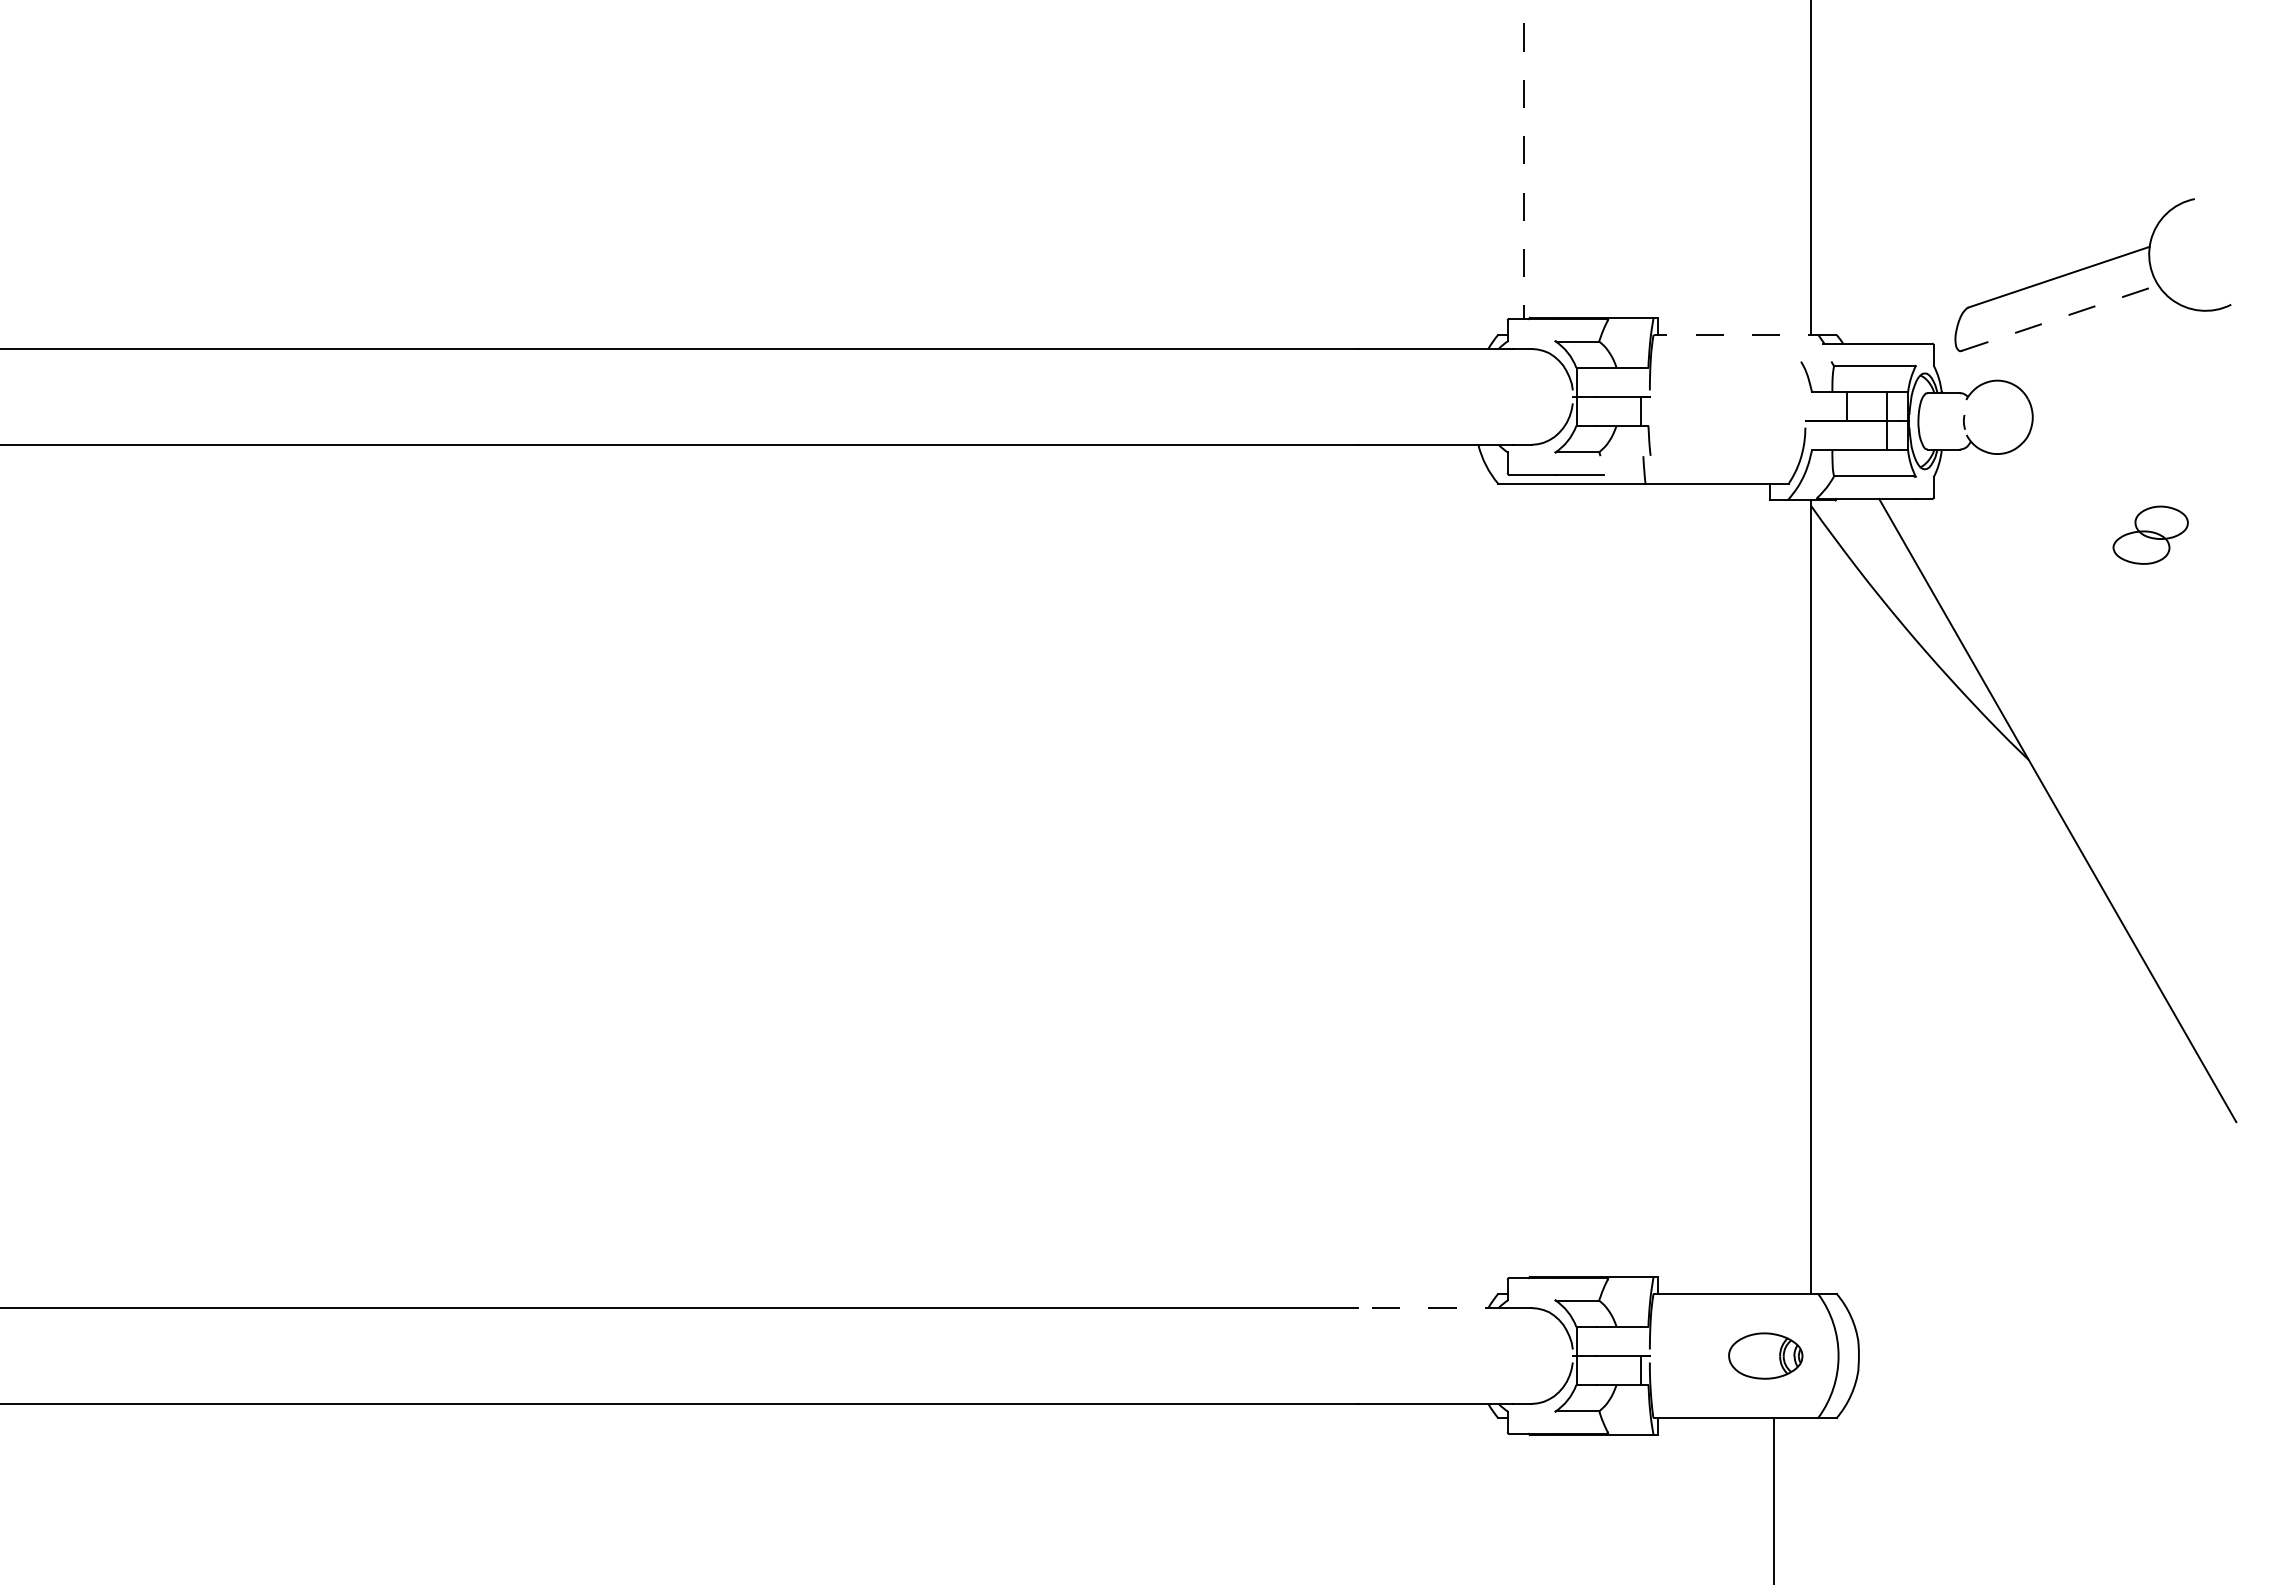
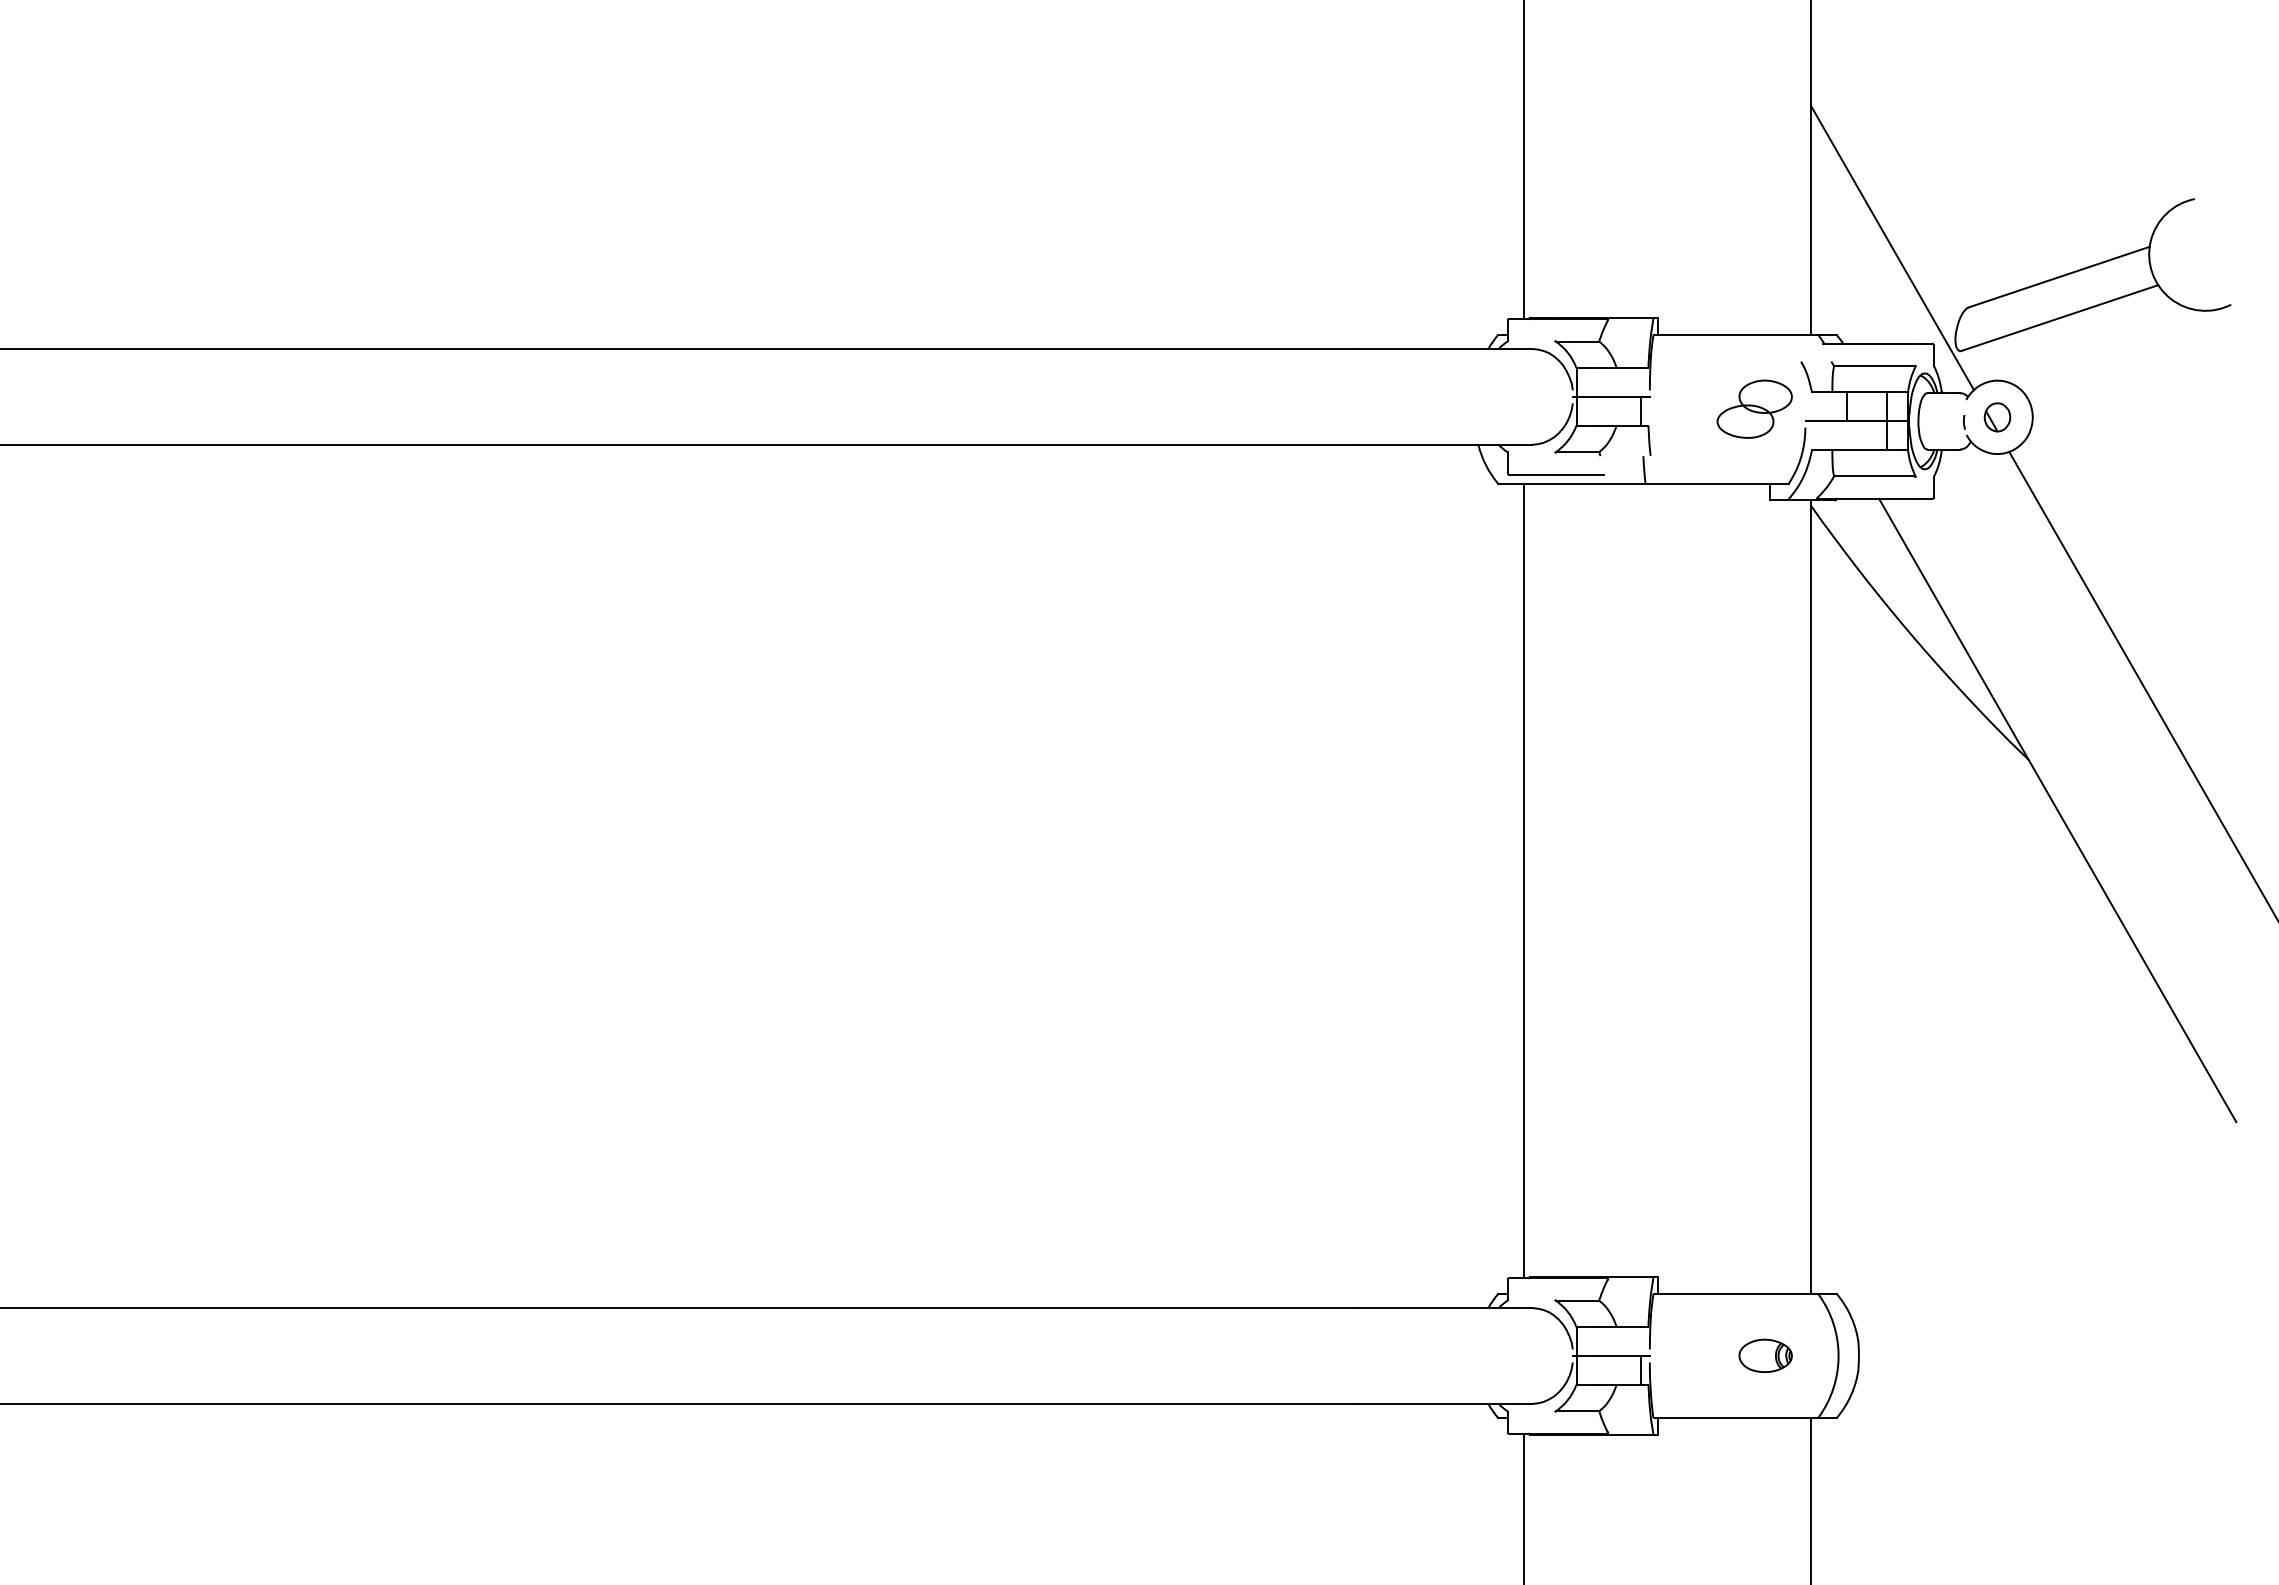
line at (1524, 160): dashed -> solid
line at (1891, 247): none -> present
line at (2059, 318): dashed -> solid
line at (1745, 334): dashed -> solid
part at (1997, 417): none -> present
part at (2150, 534) position: (2150, 534) -> (1754, 408)
line at (2142, 684): none -> present
line at (1524, 880): none -> present
line at (1435, 1308): dashed -> solid
part at (1765, 1355) size: 76x48 px -> 55x35 px
line at (1773, 1499) position: (1773, 1499) -> (1810, 1499)
line at (1524, 1507): none -> present
